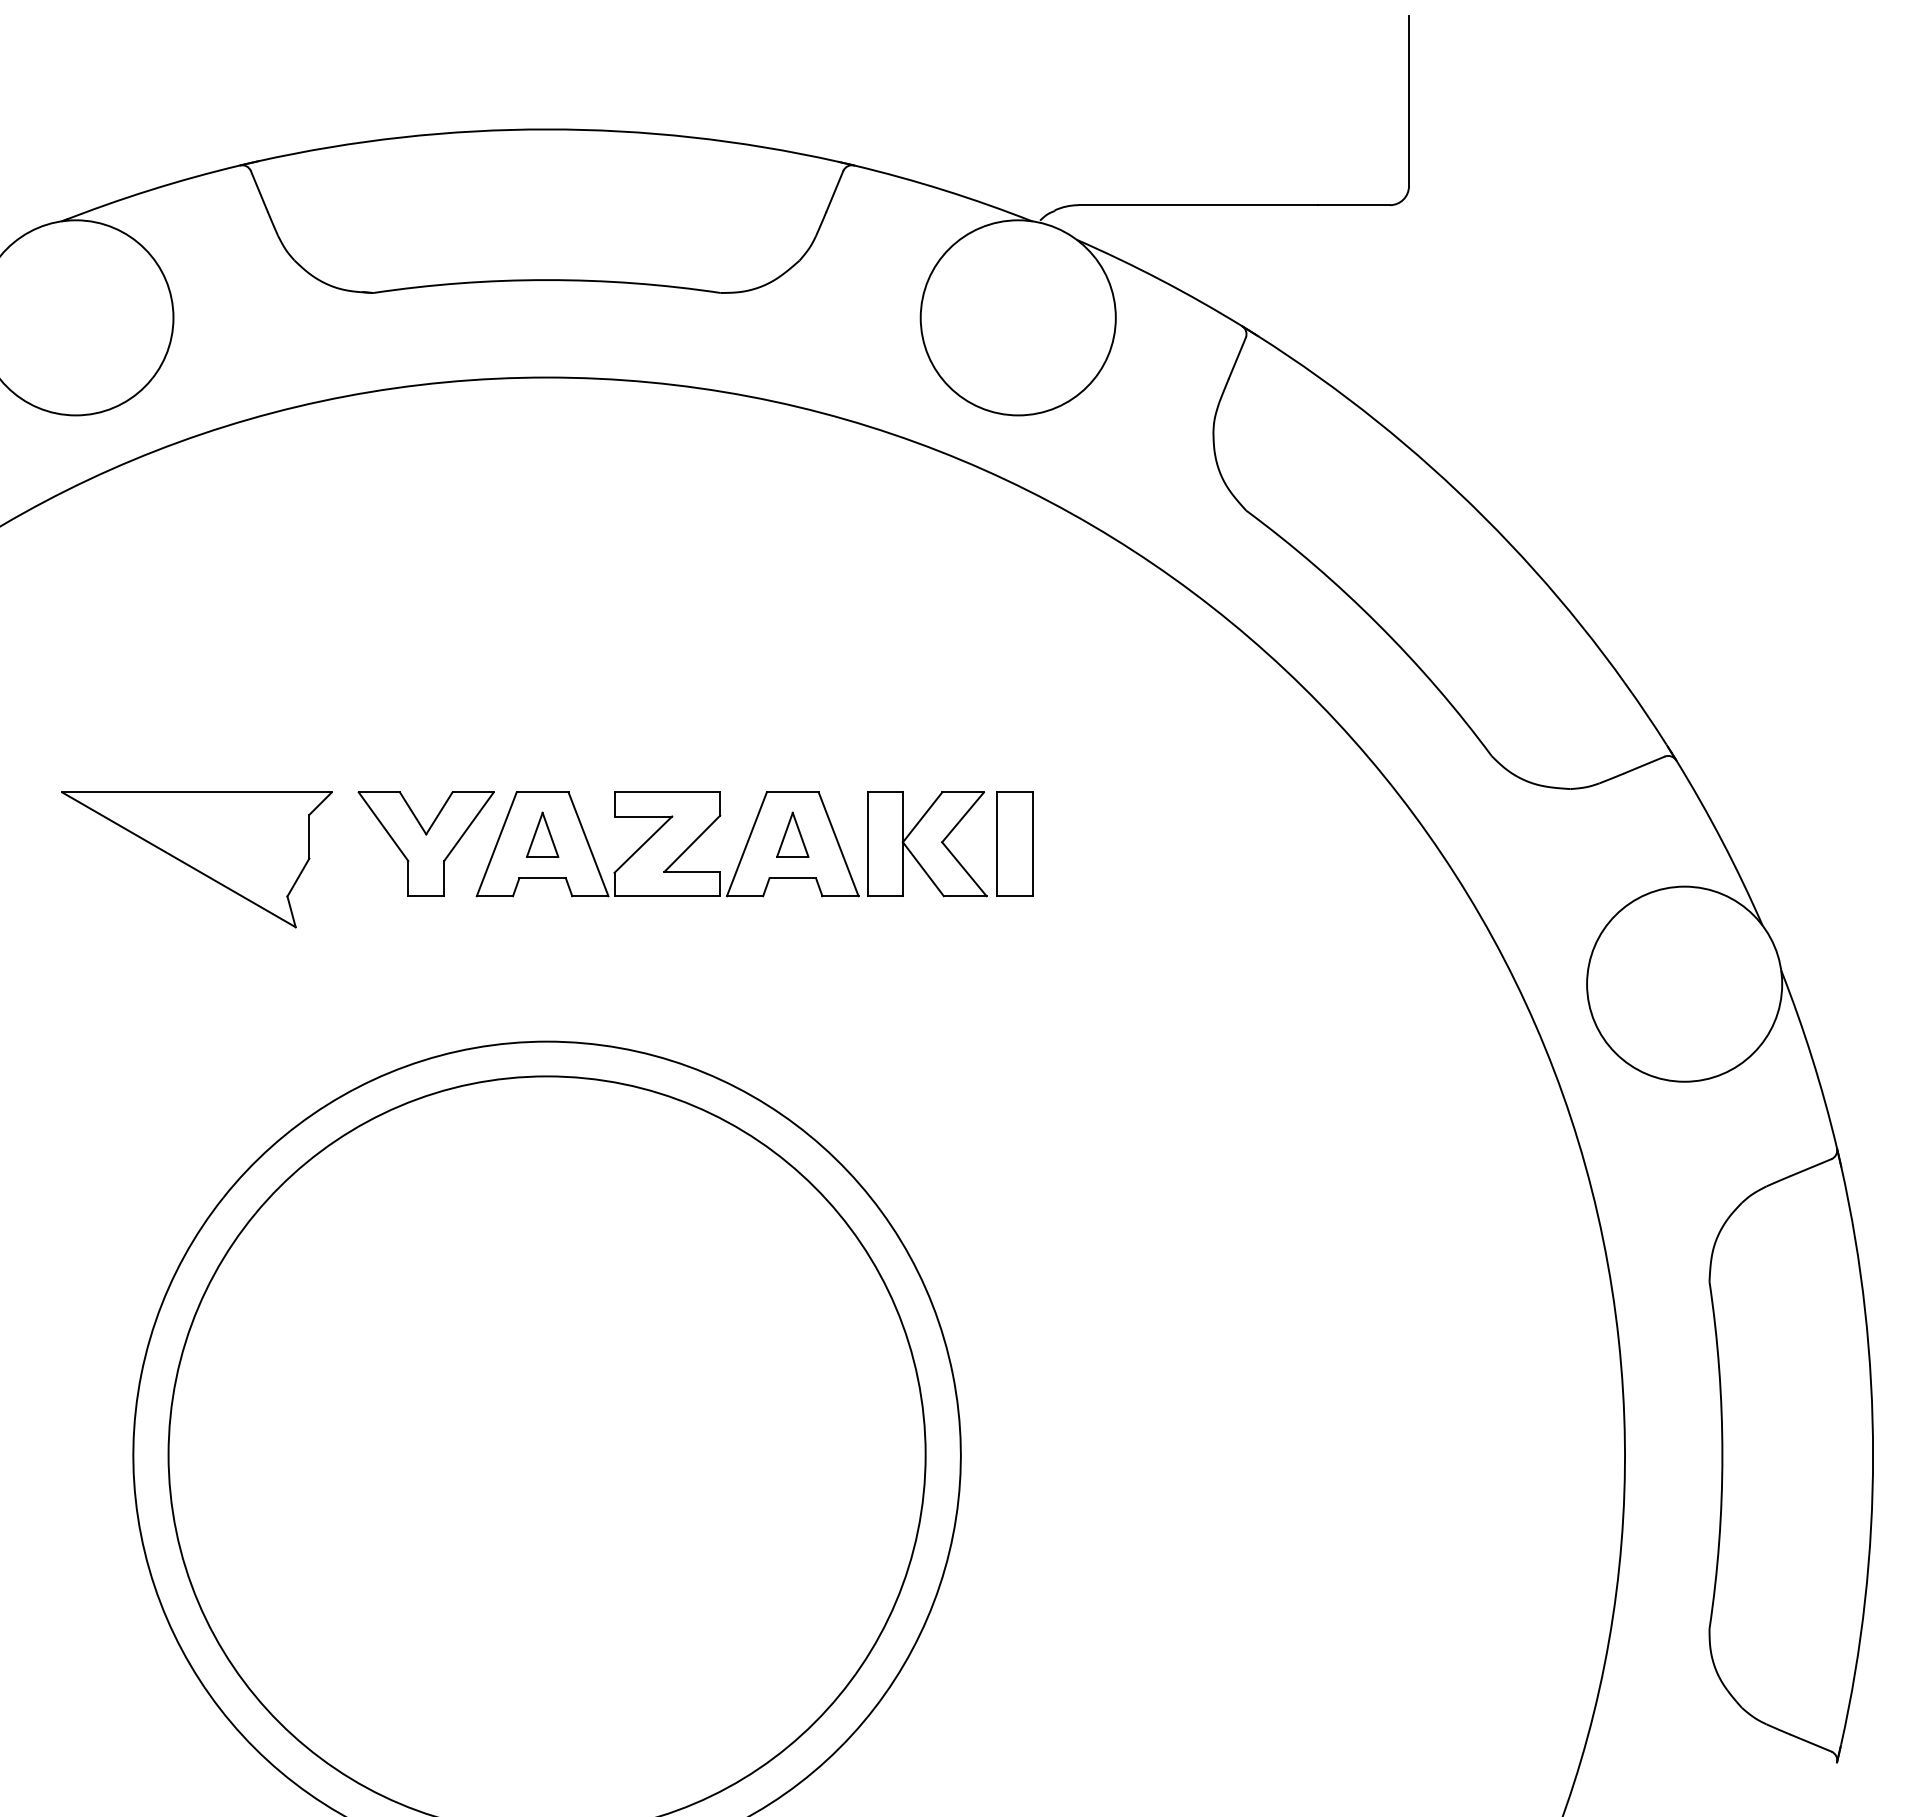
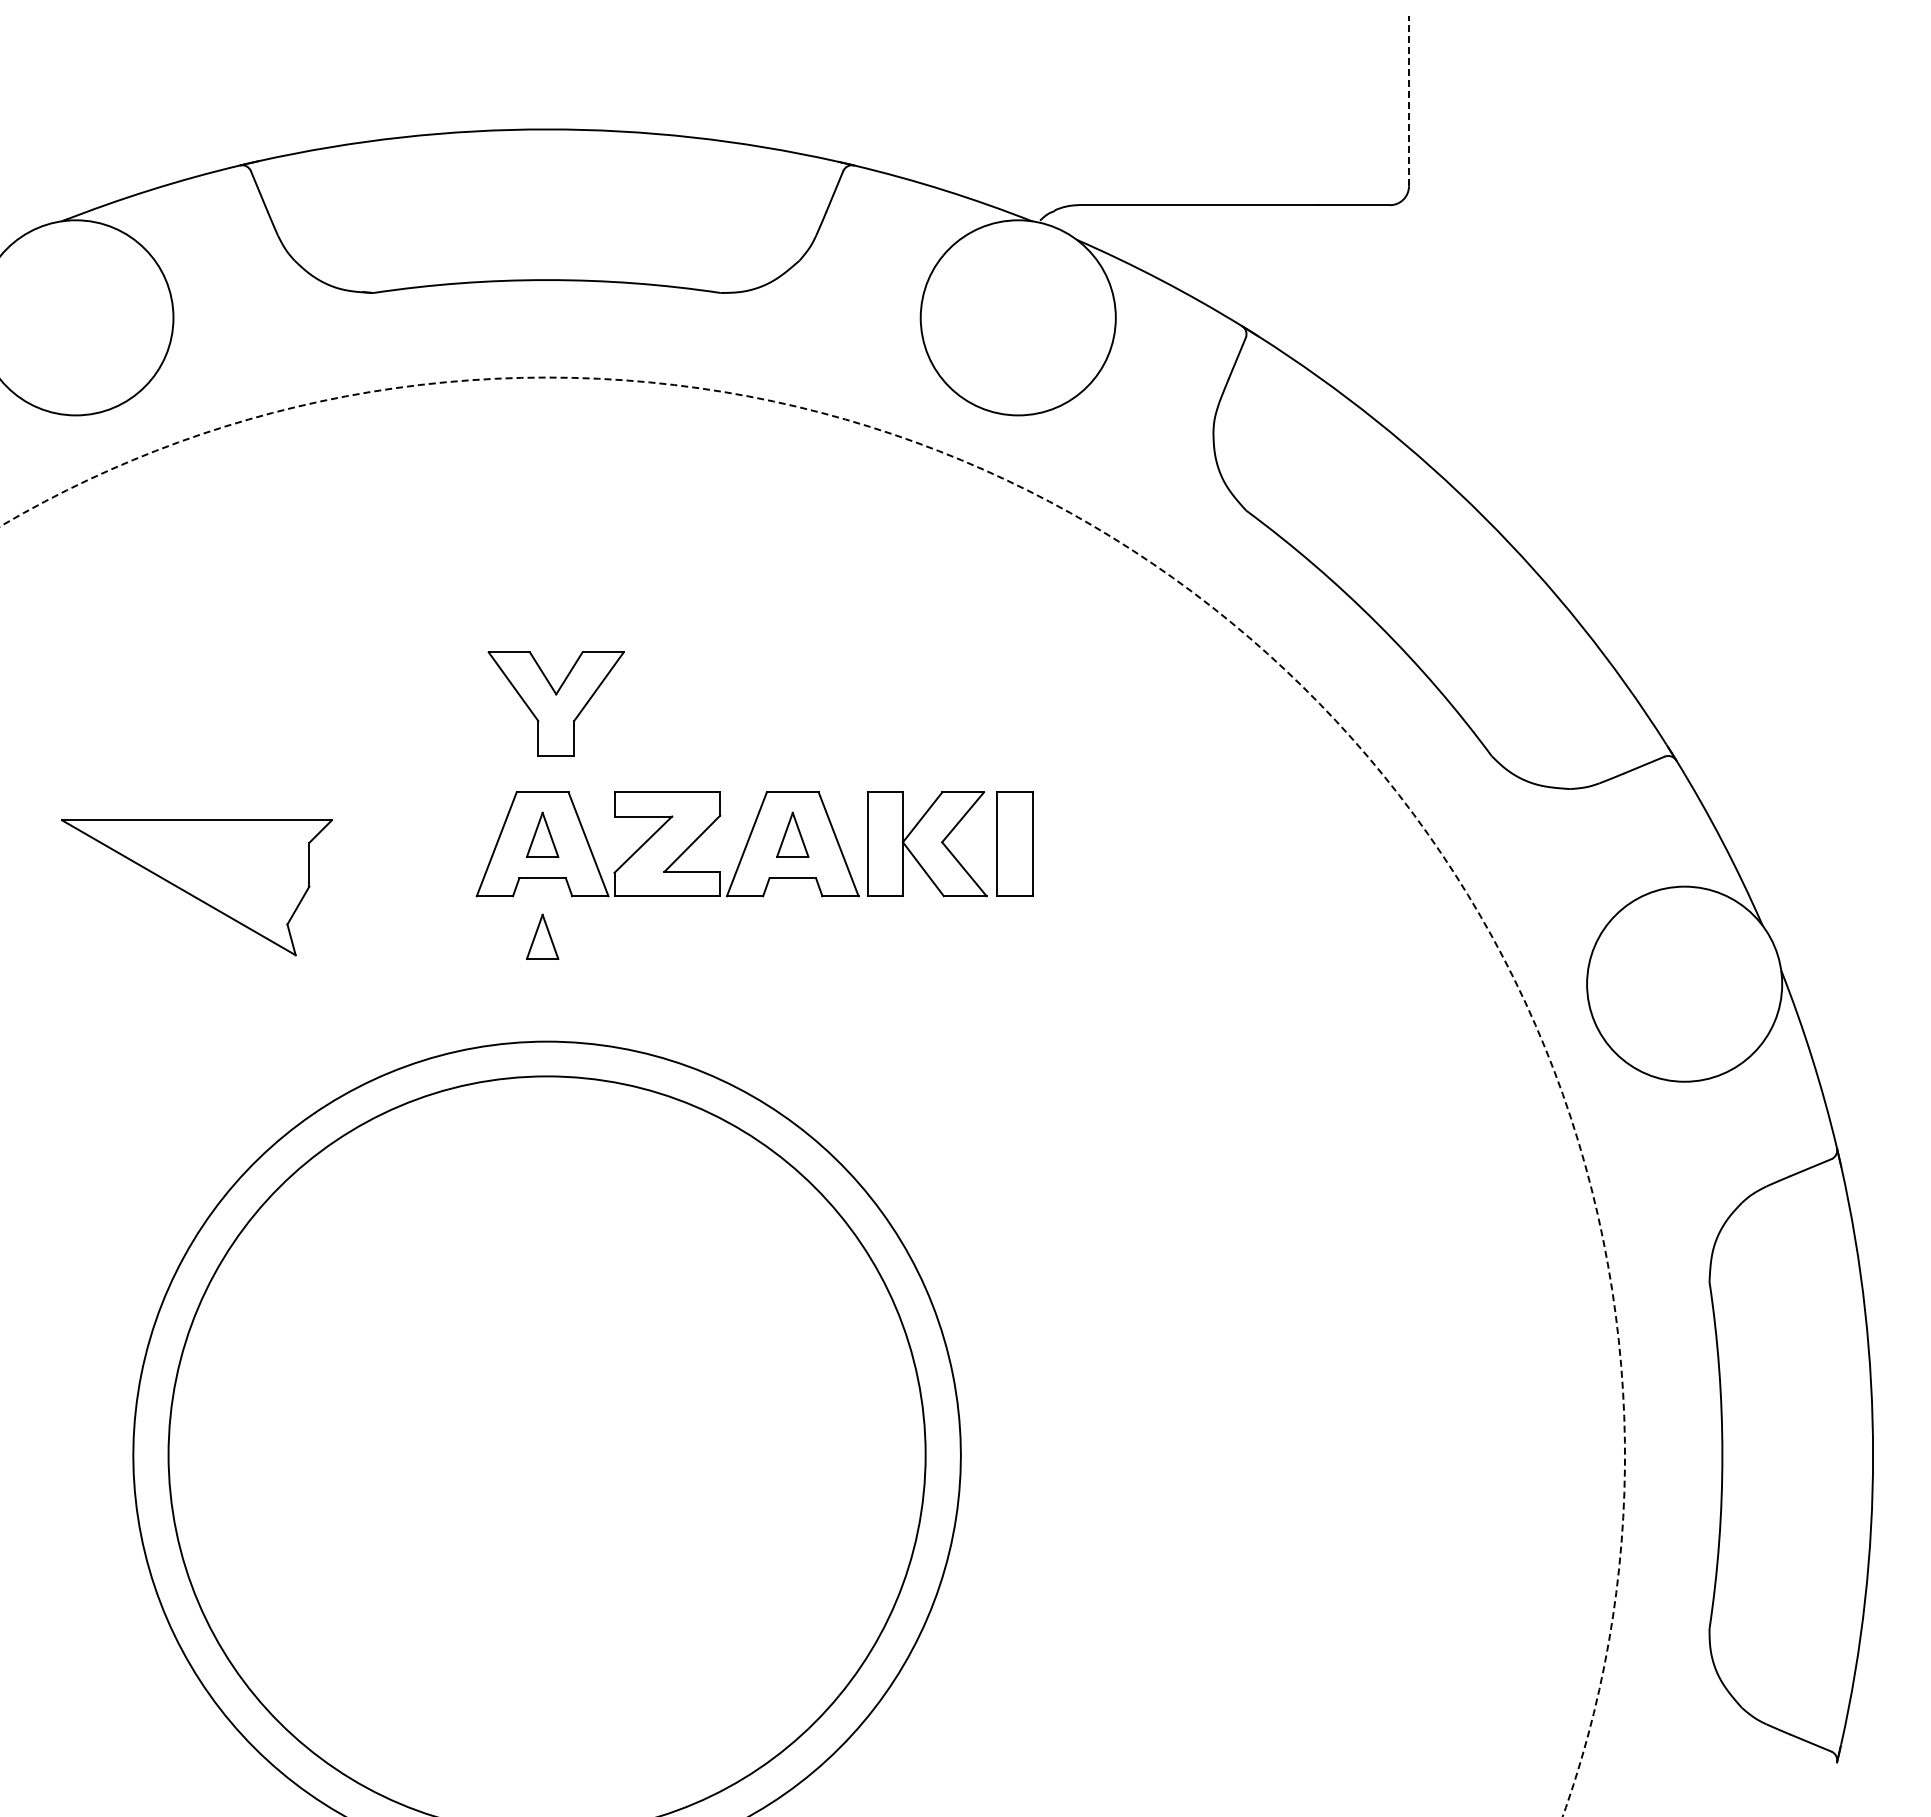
line at (1408, 100): solid -> dashed
arc at (1232, 623): solid -> dashed
part at (425, 843) position: (425, 843) -> (555, 703)
part at (196, 859) position: (196, 859) -> (196, 887)
part at (542, 936): none -> present
